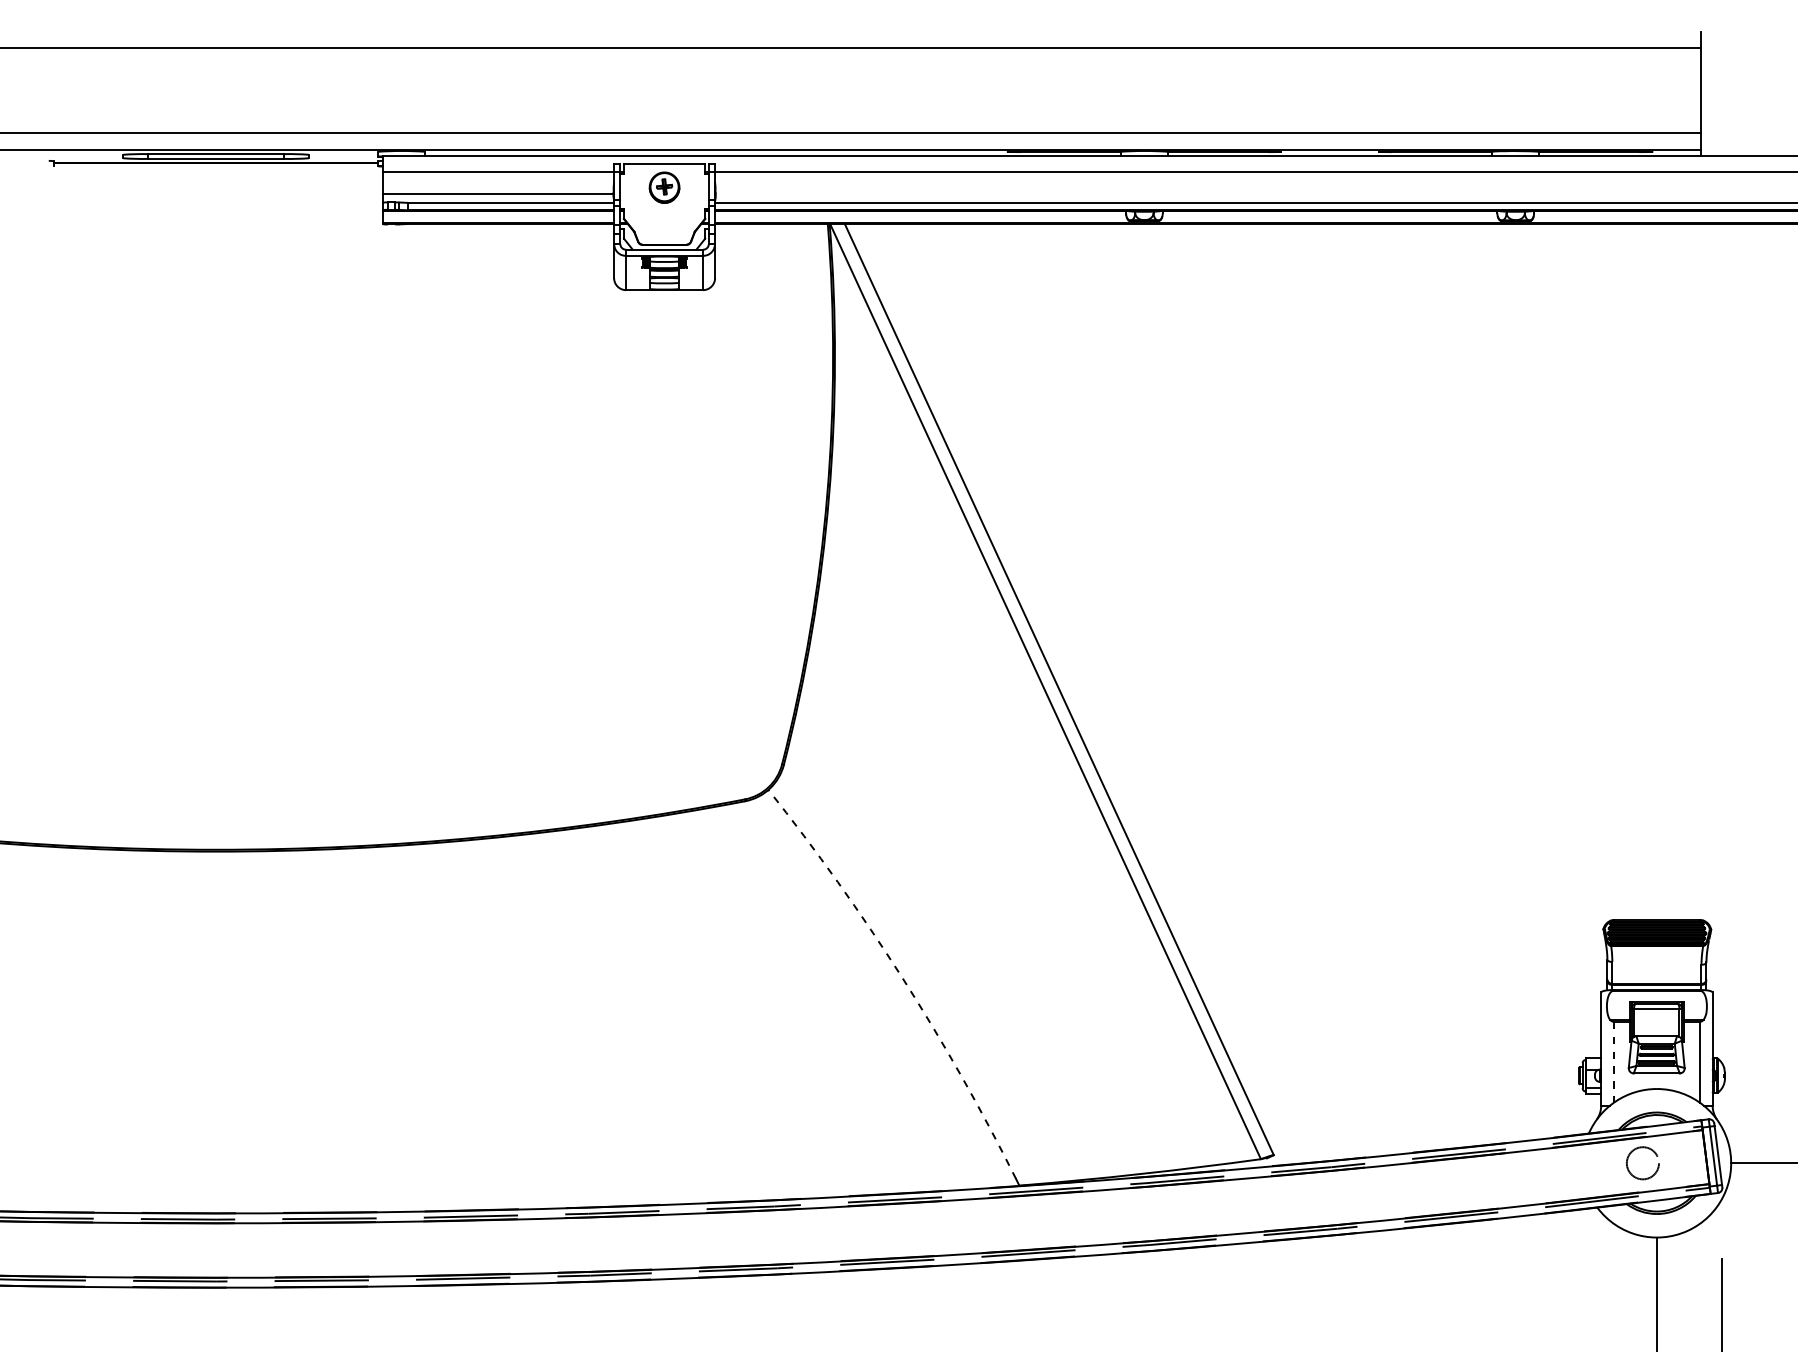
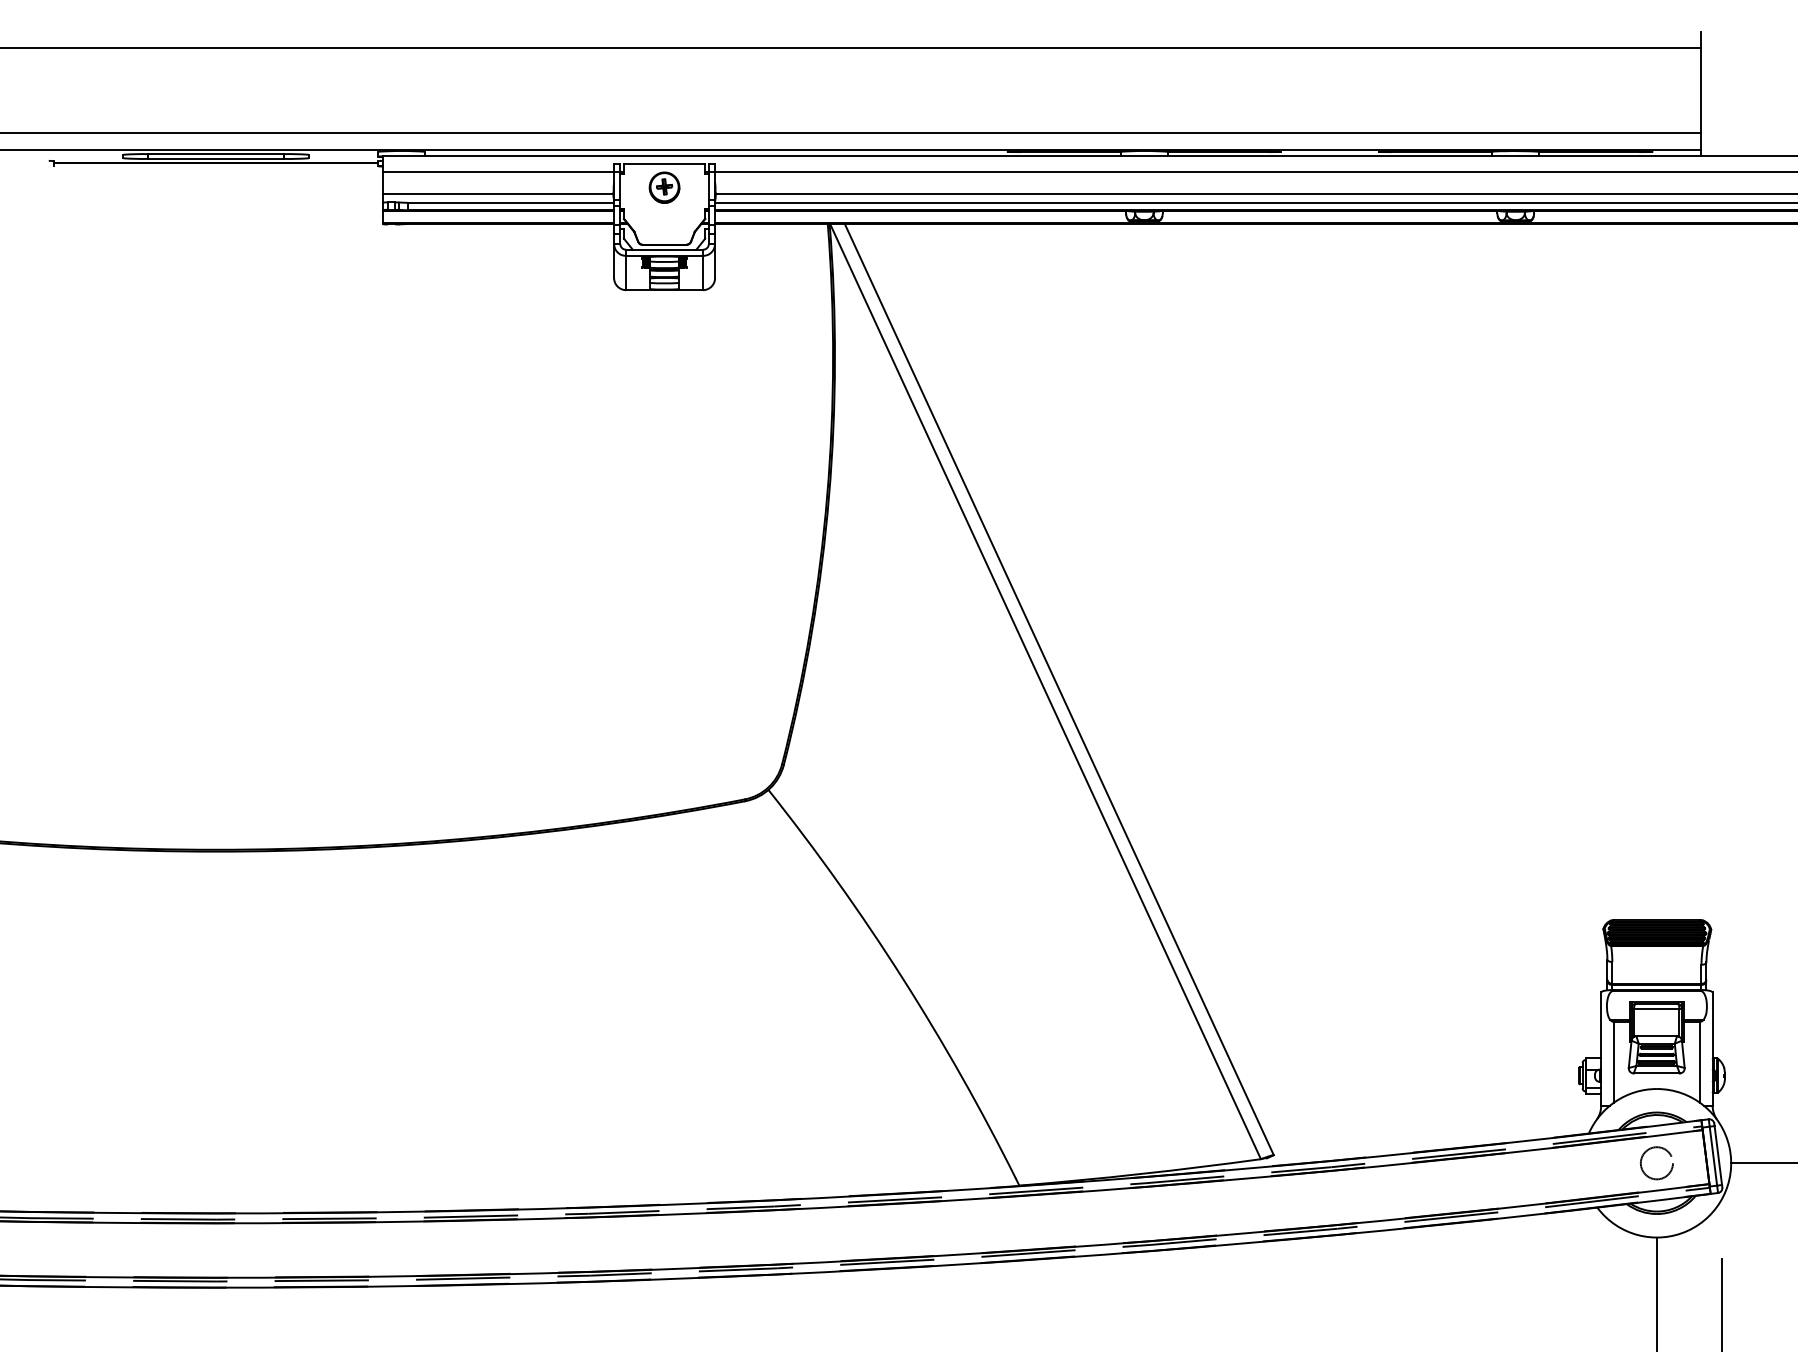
line at (1254, 194): none -> present
arc at (902, 977): dashed -> solid
line at (1613, 1062): dashed -> solid
circle at (1642, 1163) position: (1642, 1163) -> (1656, 1163)
